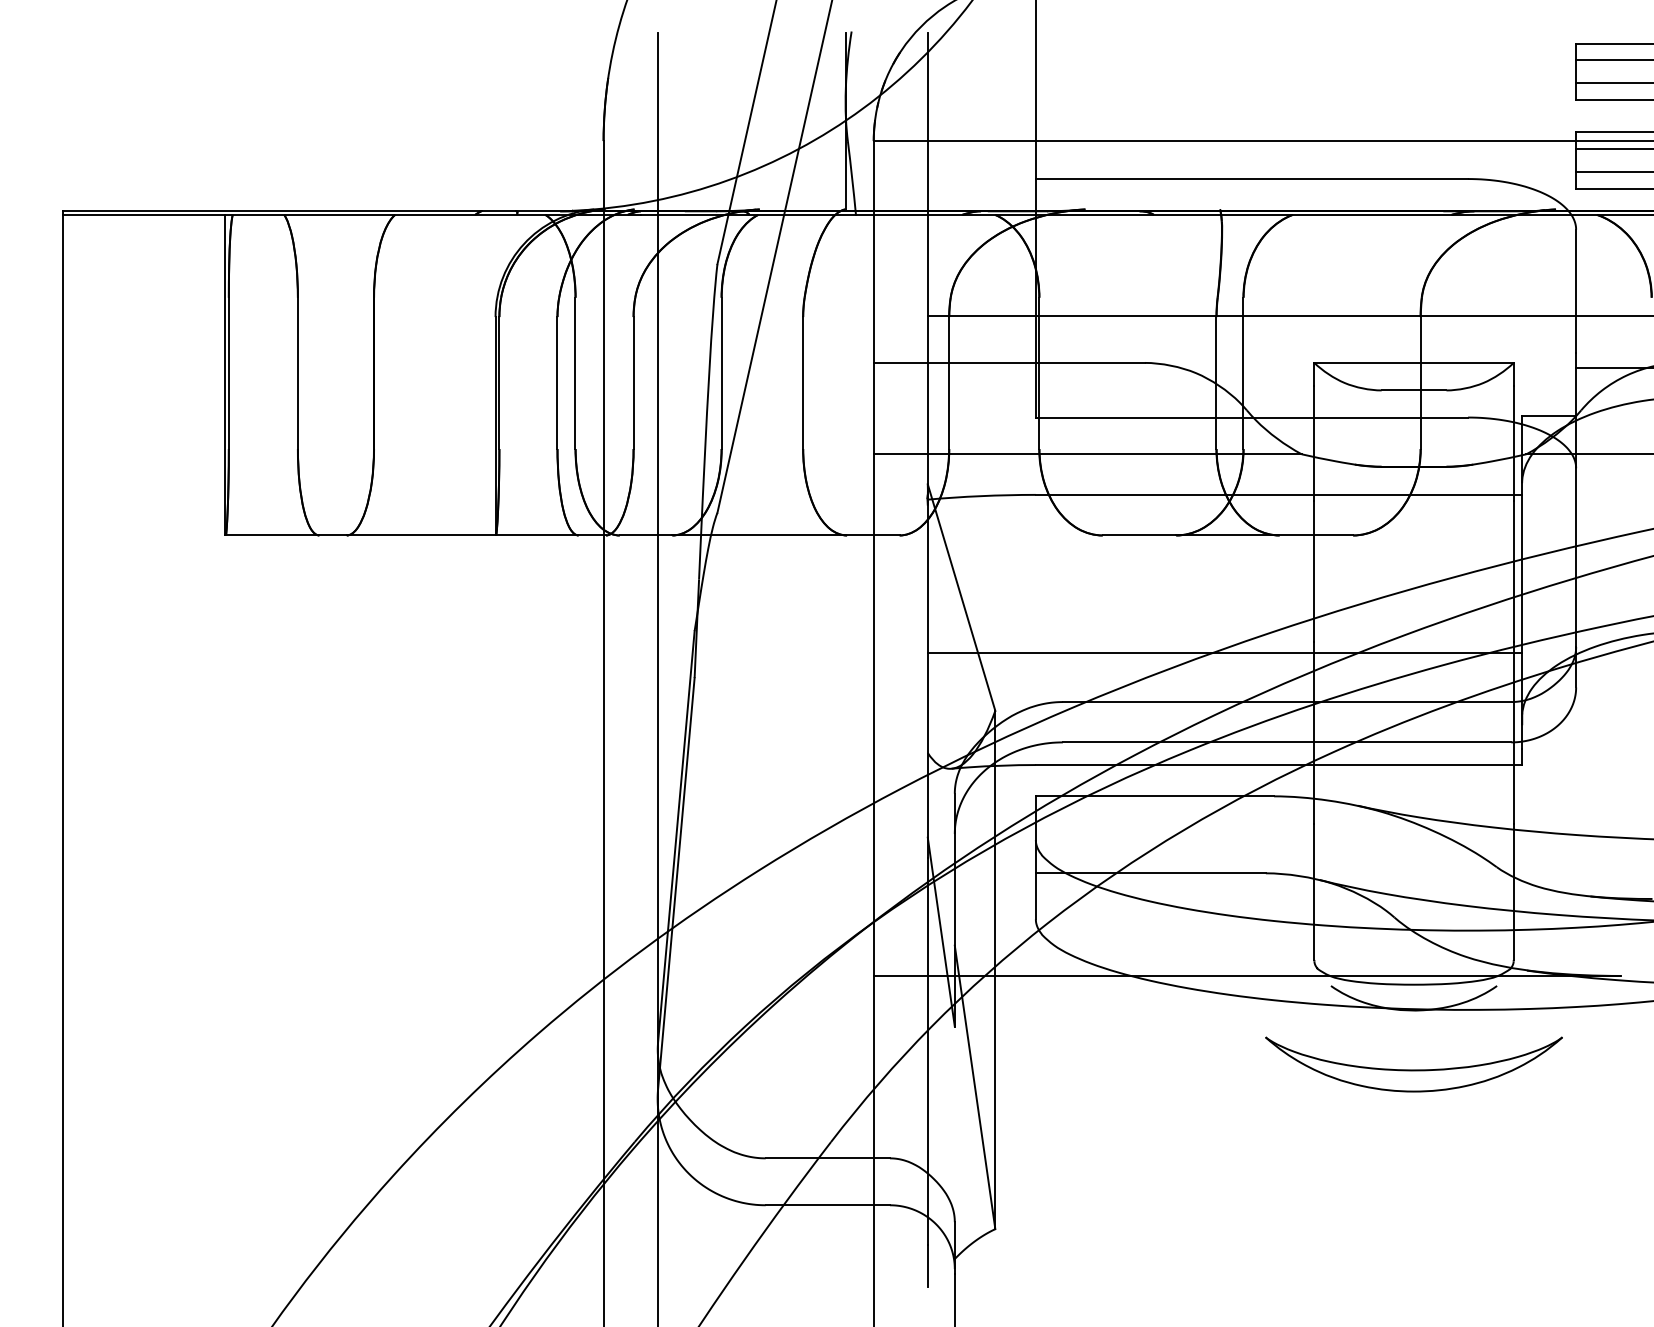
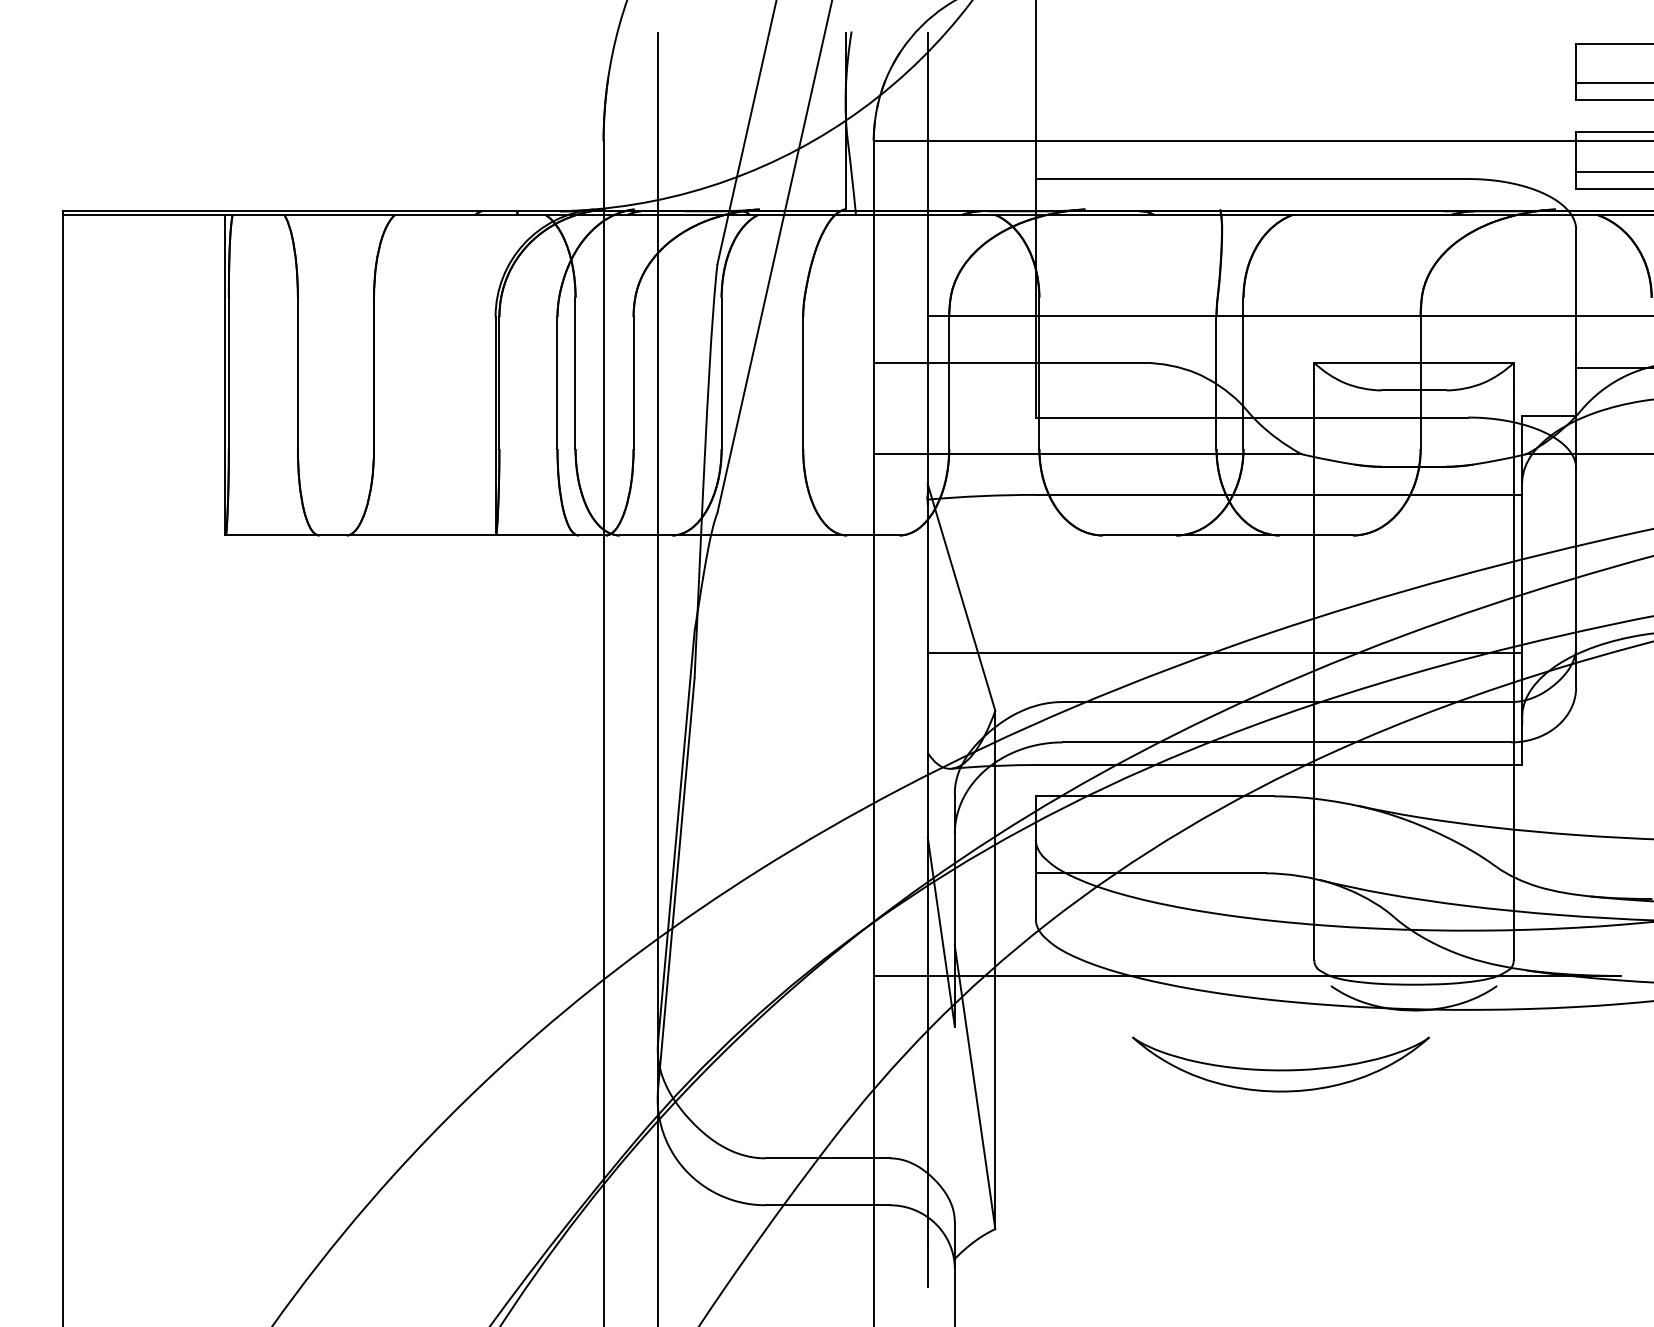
line at (1613, 60): present -> none
line at (1613, 149): present -> none
part at (1413, 1064) position: (1413, 1064) -> (1280, 1064)
